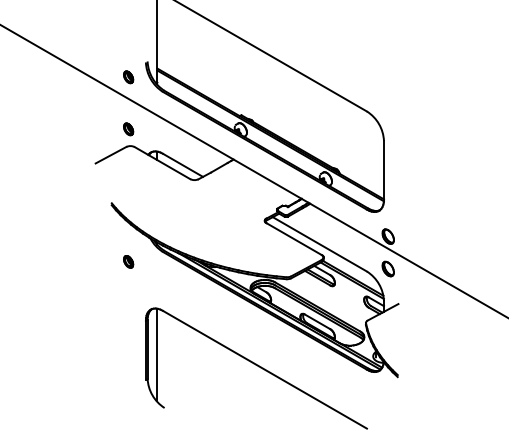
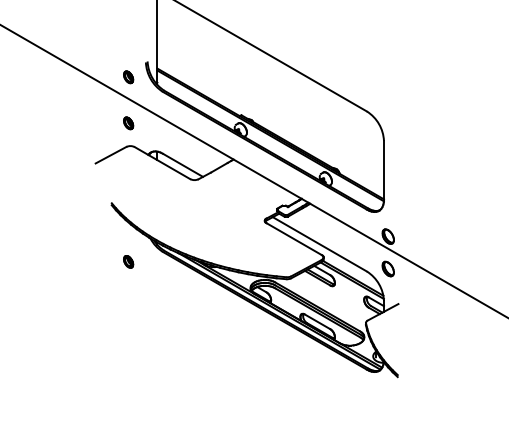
part at (128, 129) position: (128, 129) -> (128, 123)
part at (256, 368): present -> none
